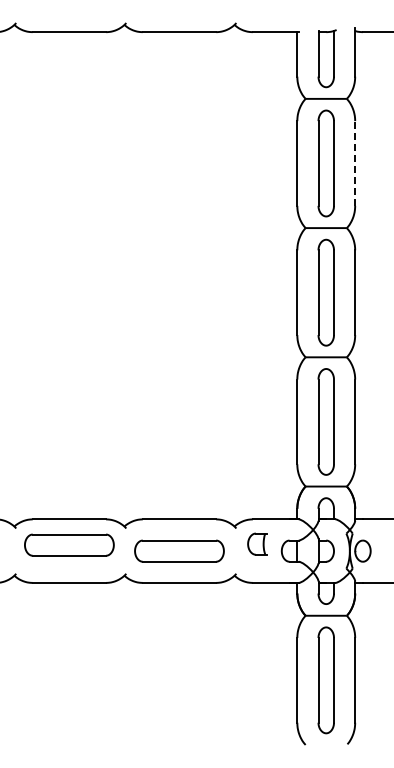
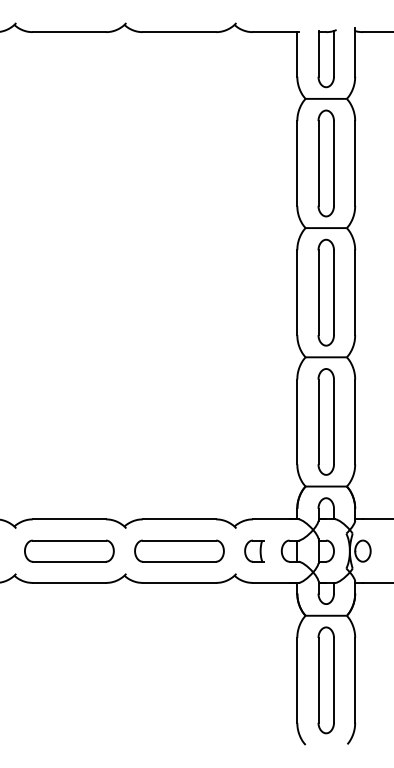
line at (355, 163): dashed -> solid
part at (257, 543) position: (257, 543) -> (254, 550)
part at (69, 544) position: (69, 544) -> (69, 550)
